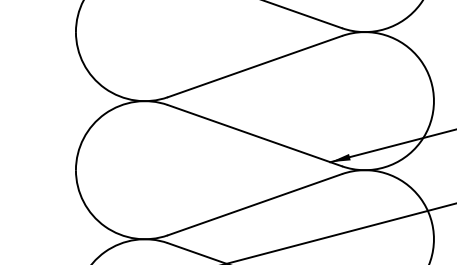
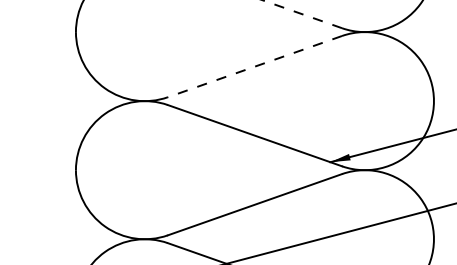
line at (301, 13): solid -> dashed
line at (254, 66): solid -> dashed
